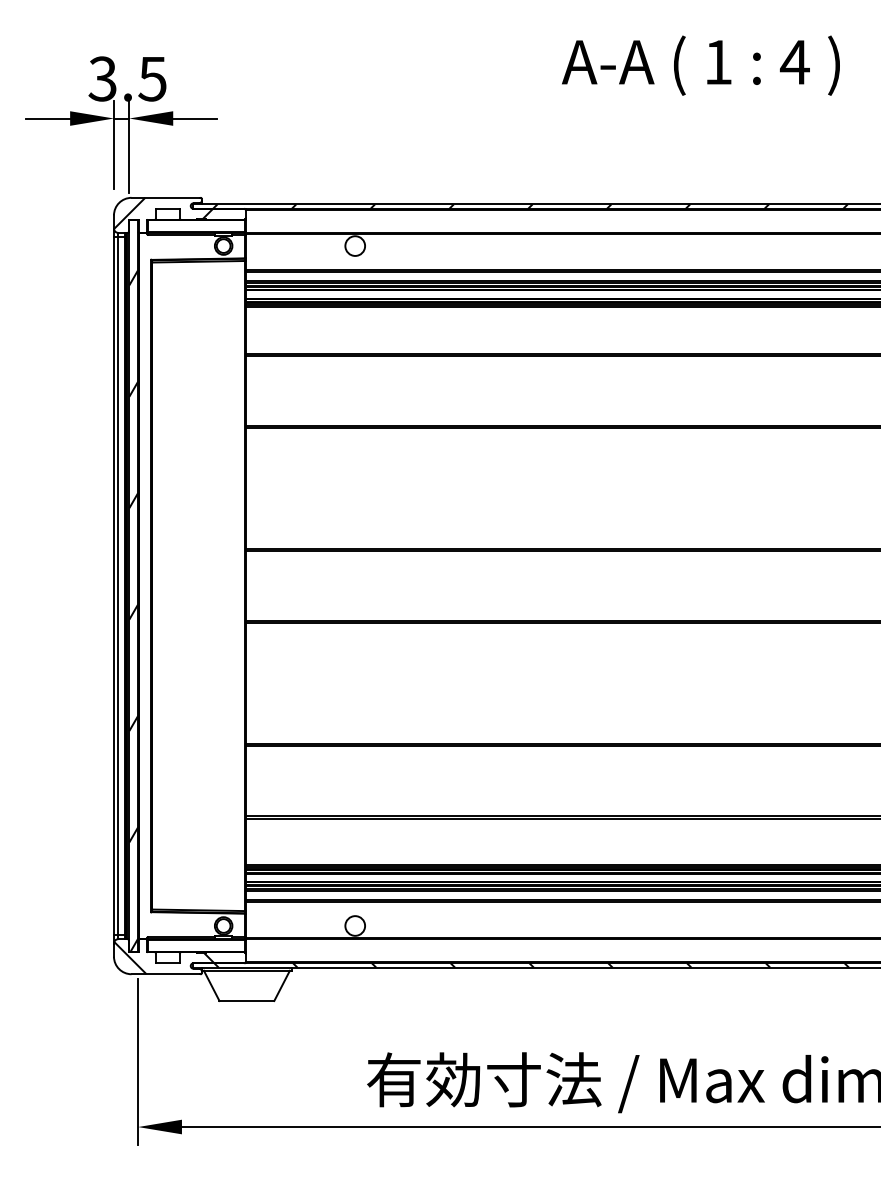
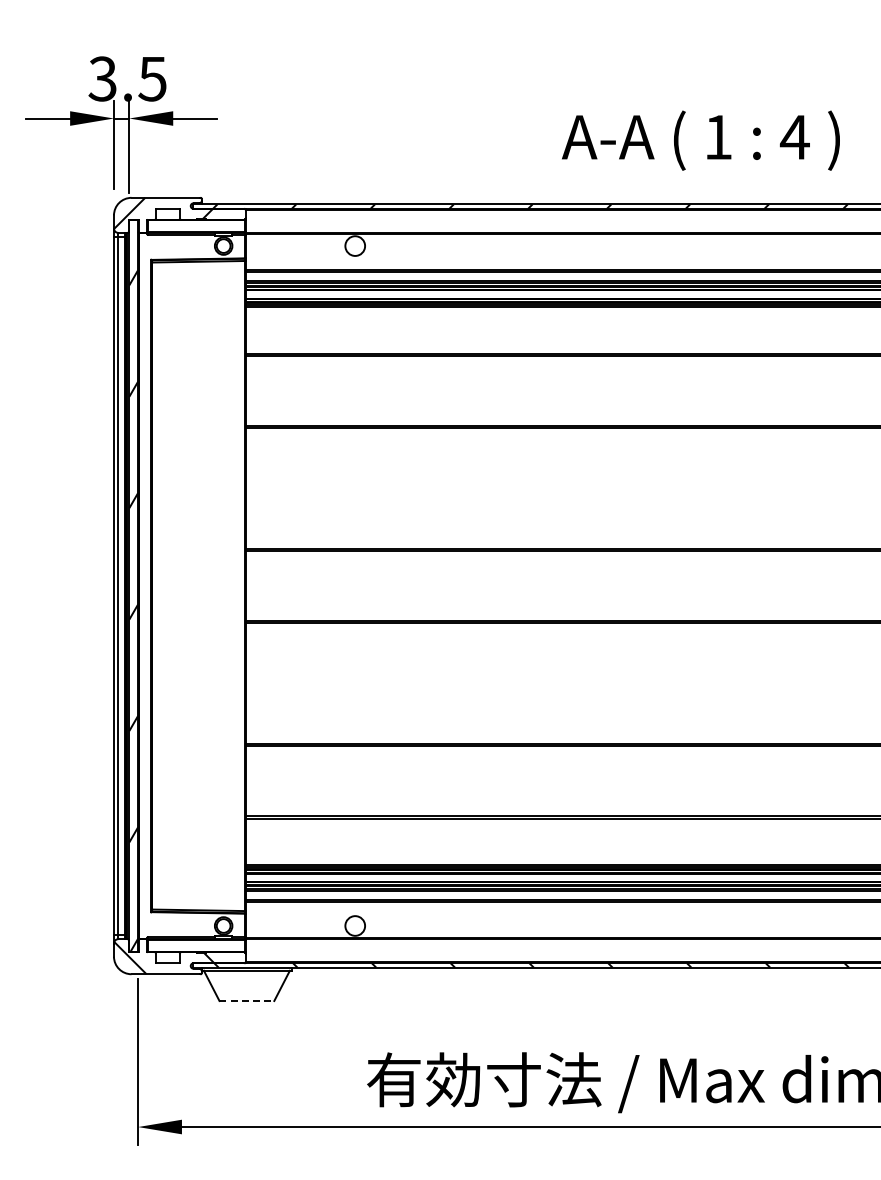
text at (700, 65) position: (700, 65) -> (700, 140)
line at (247, 1001): solid -> dashed
